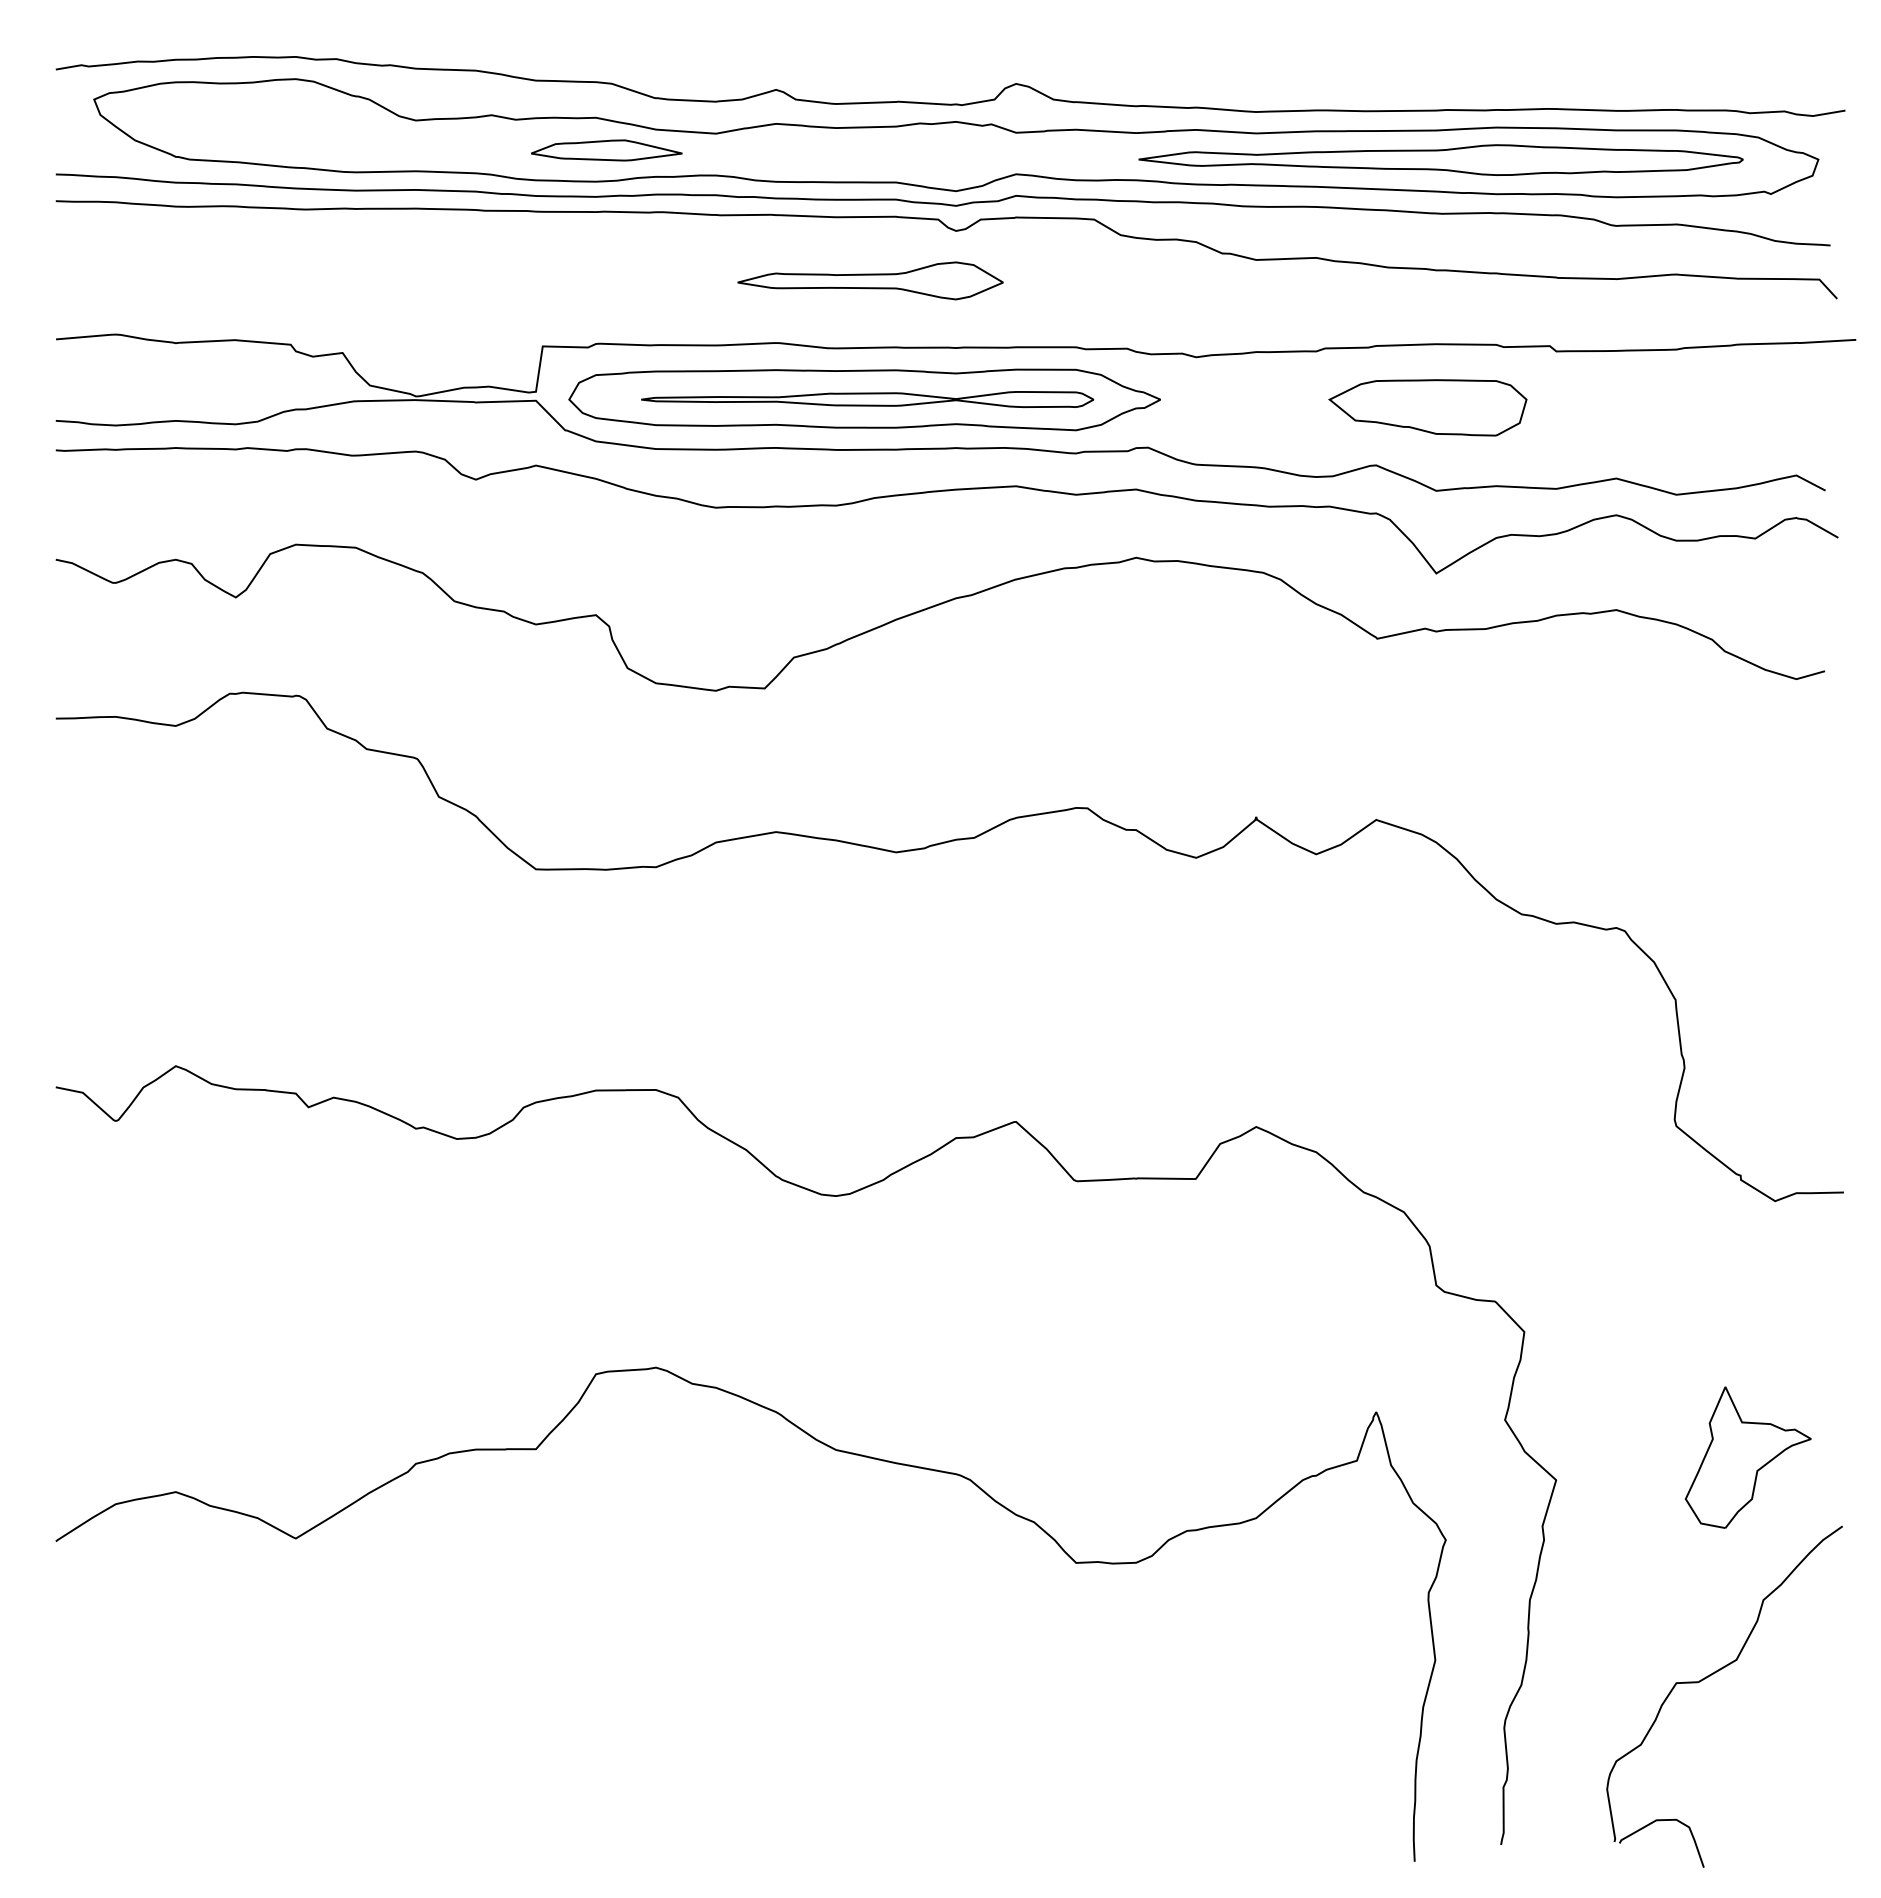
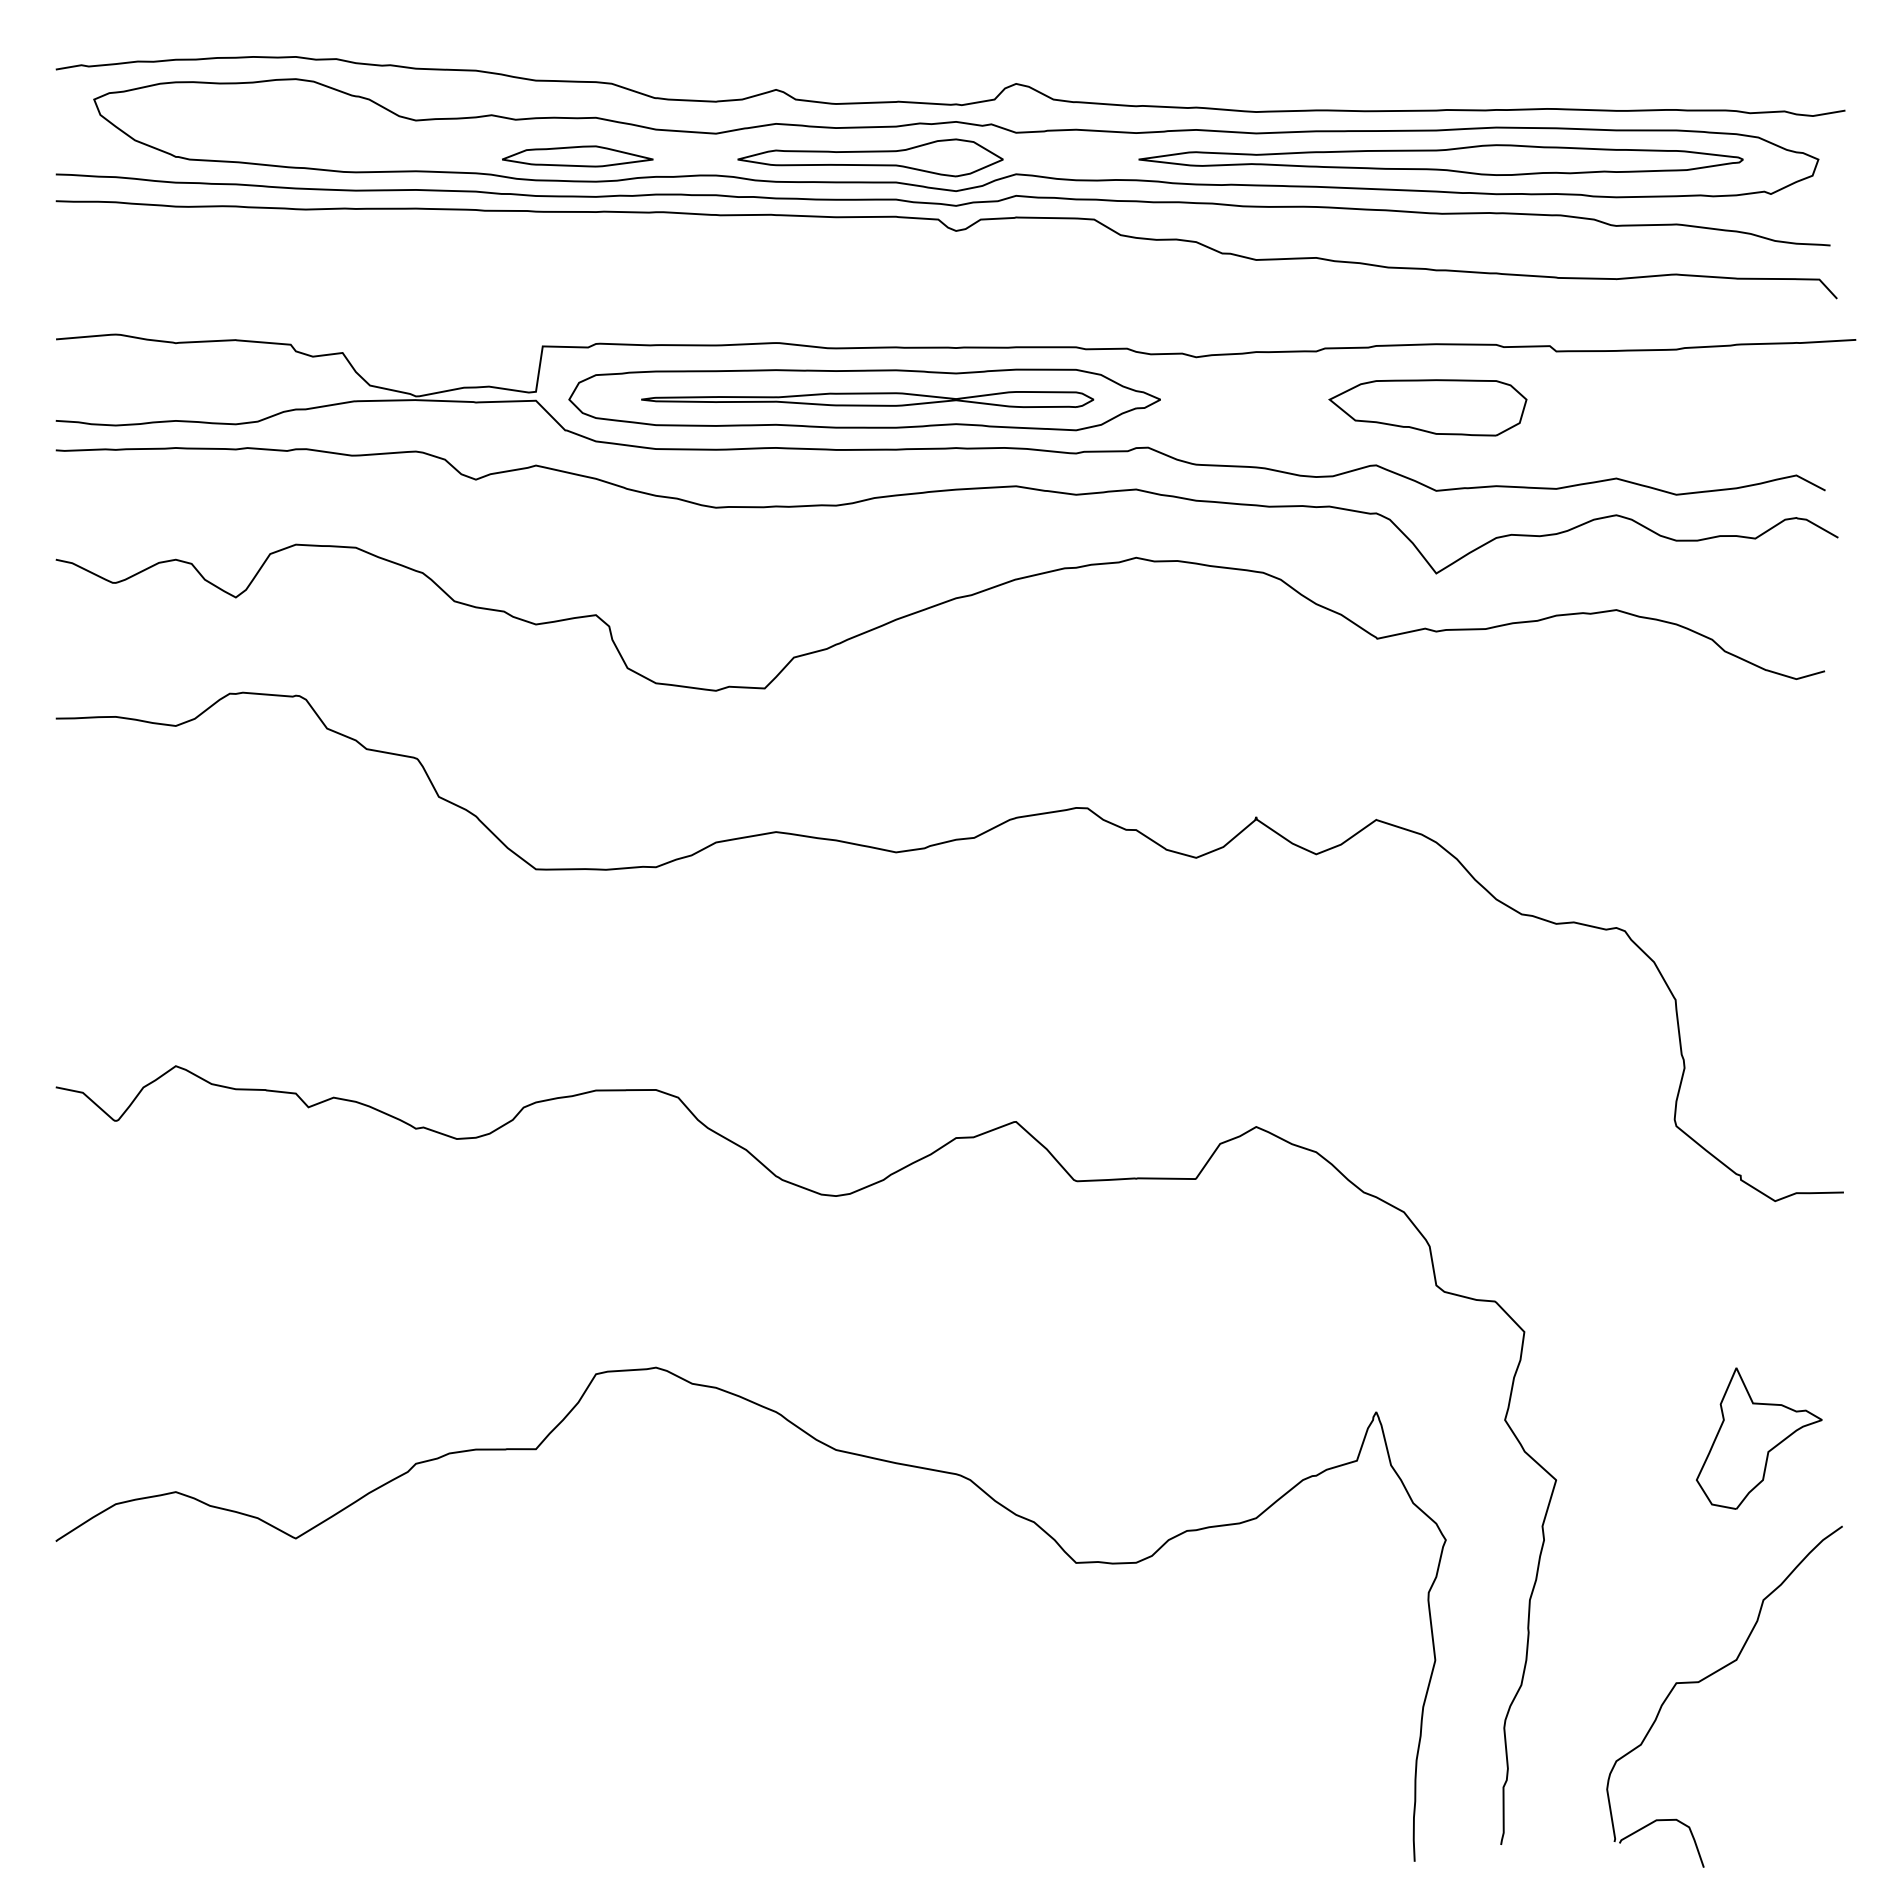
part at (606, 150) position: (606, 150) -> (577, 156)
part at (870, 280) position: (870, 280) -> (870, 157)
part at (1748, 1457) position: (1748, 1457) -> (1759, 1438)
